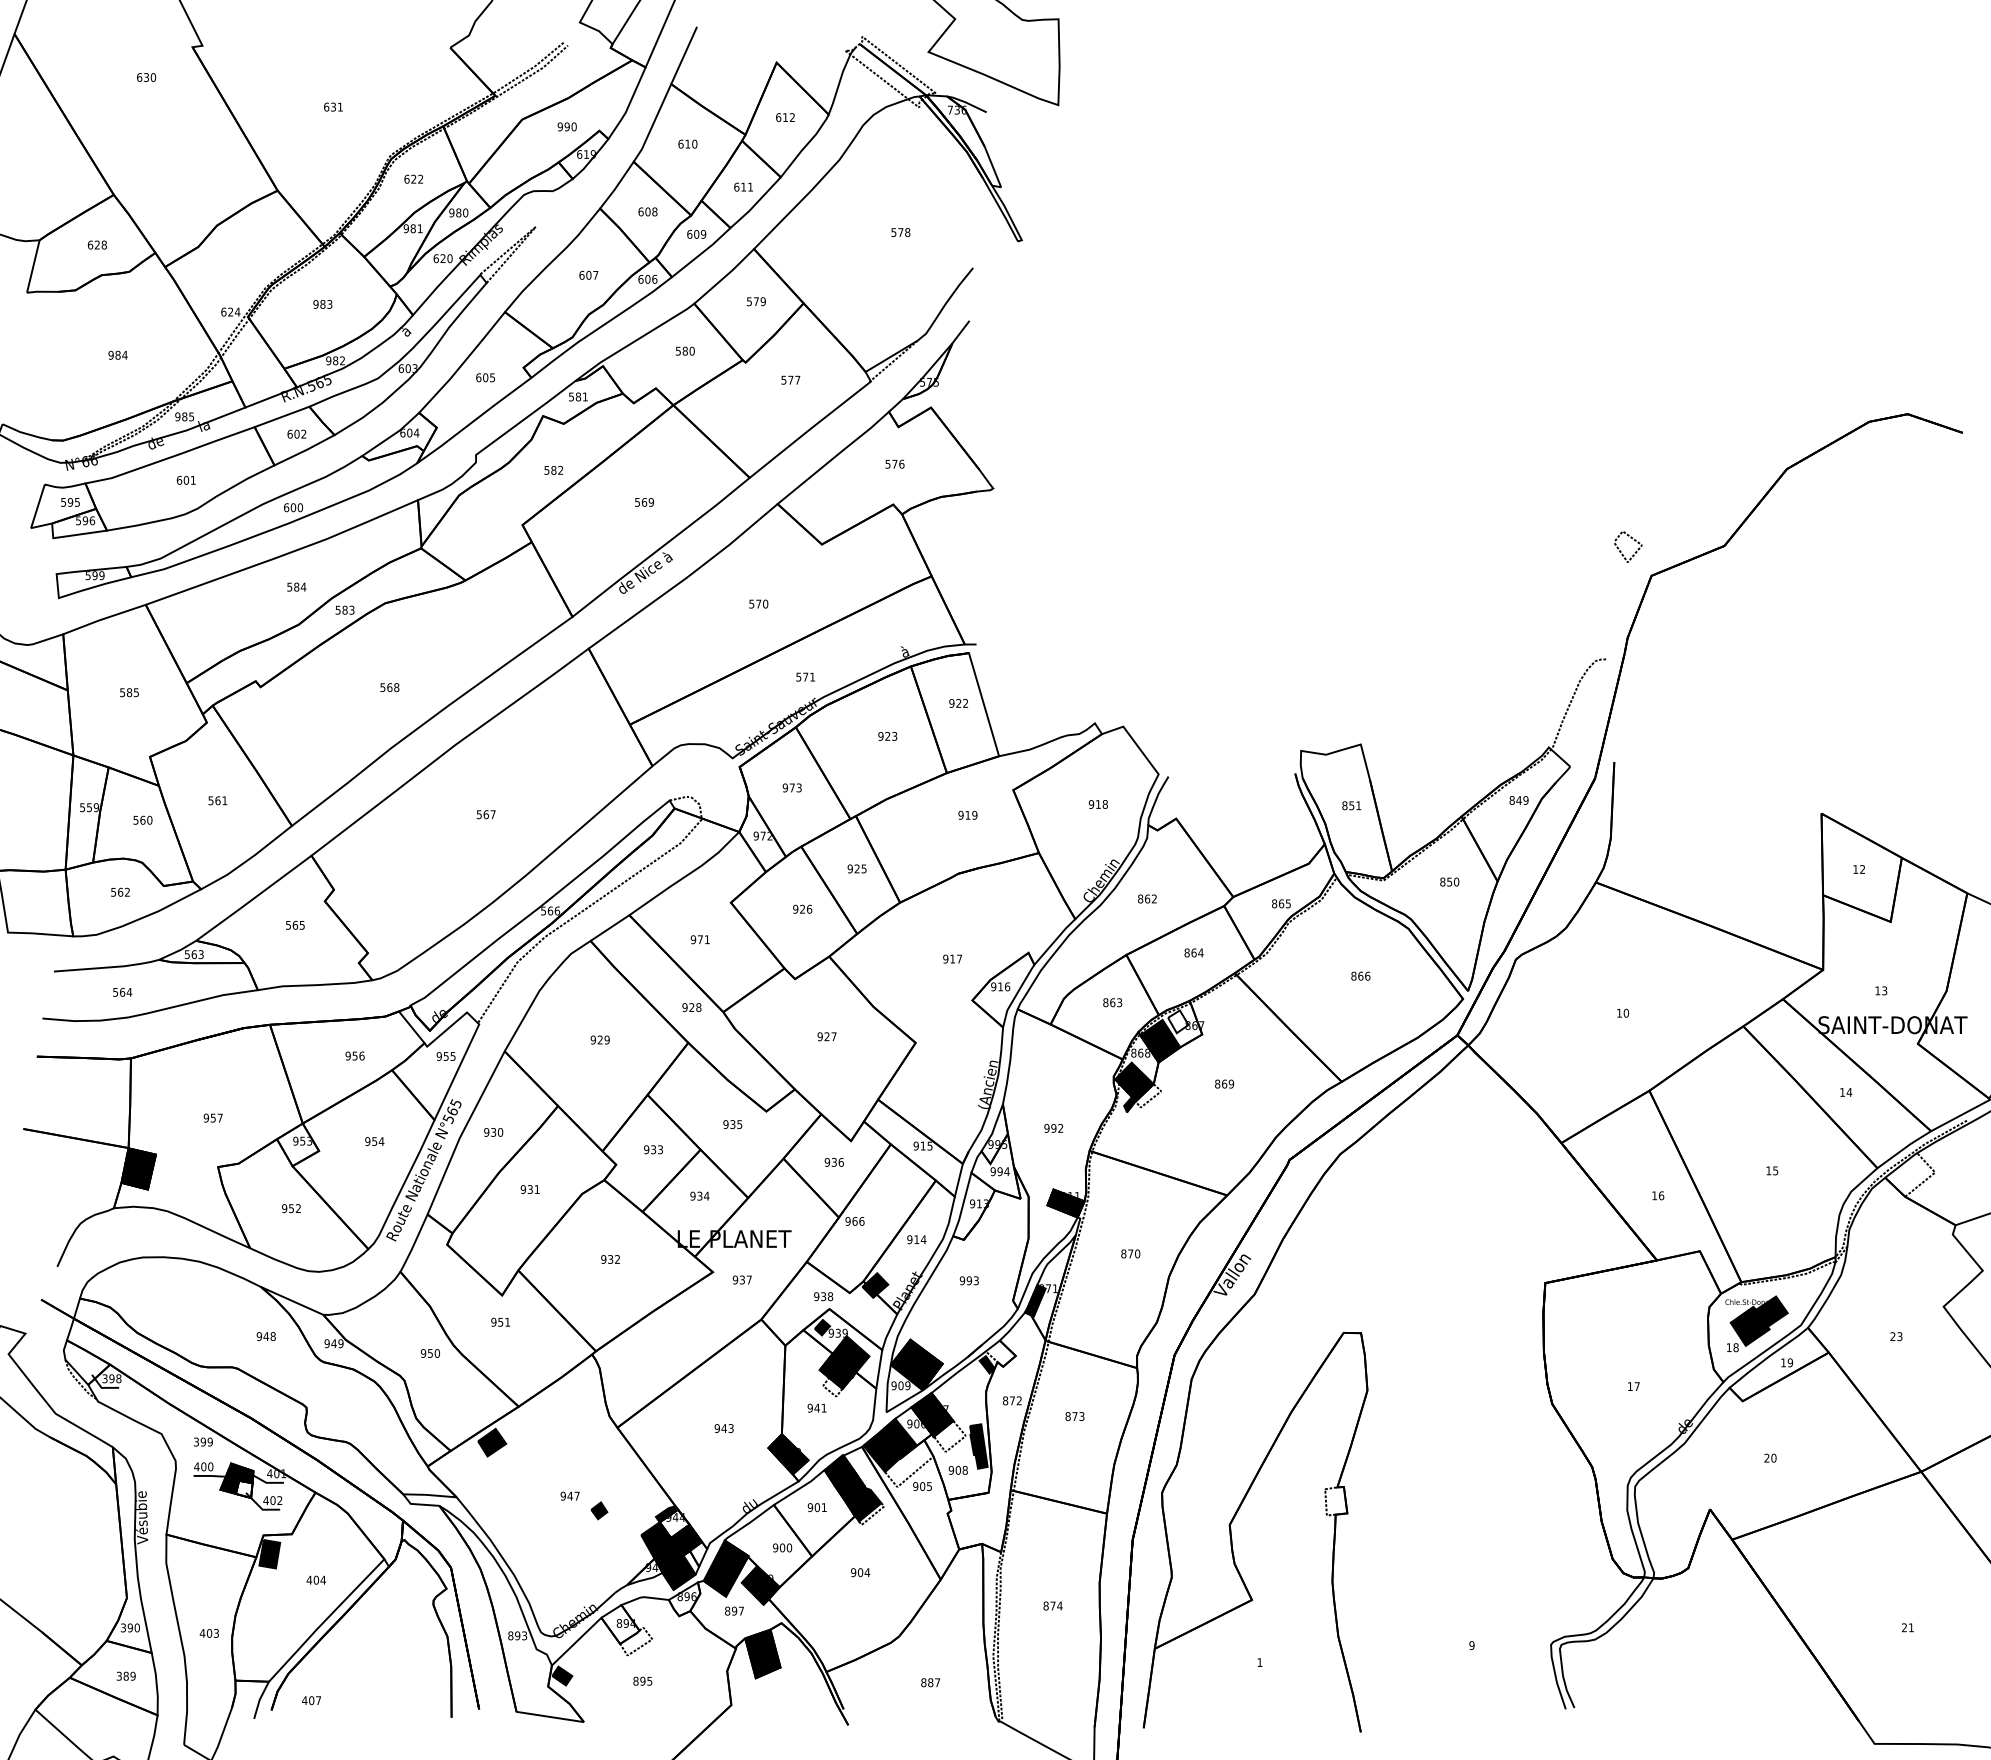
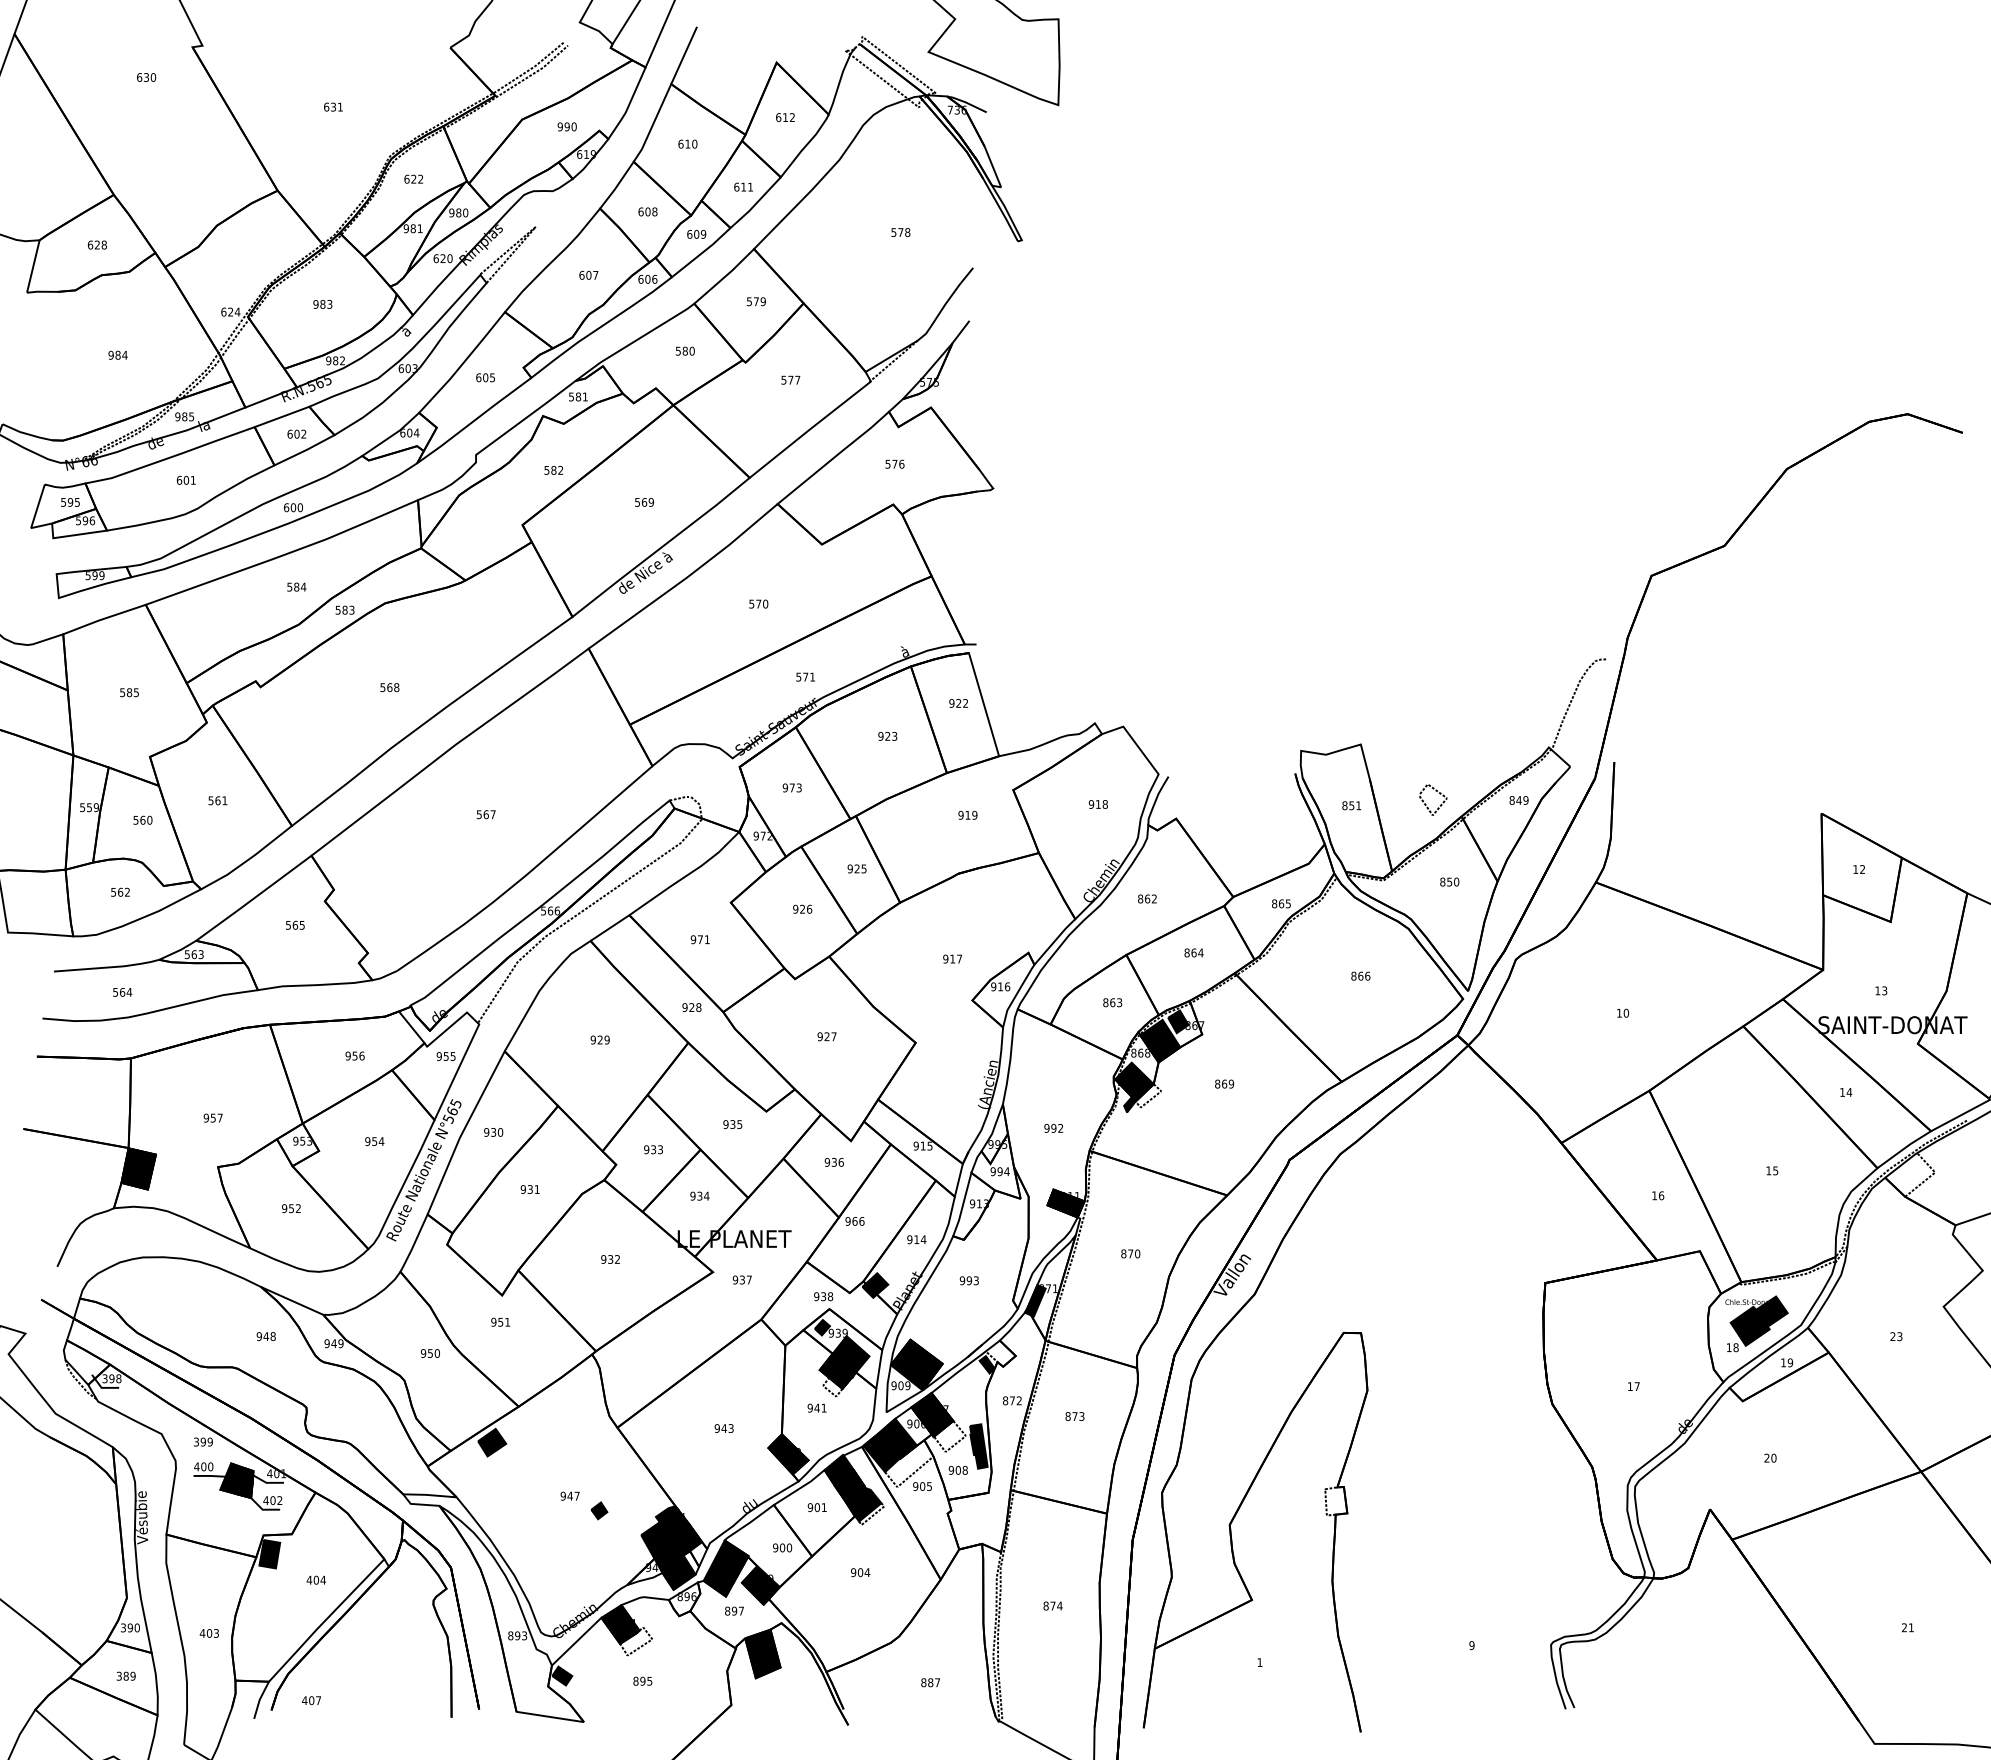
line at (1630, 538) position: (1630, 538) -> (1435, 791)
fill at (1178, 1021): none -> present
fill at (243, 1489): none -> present
fill at (674, 1523): none -> present
fill at (620, 1624): none -> present
